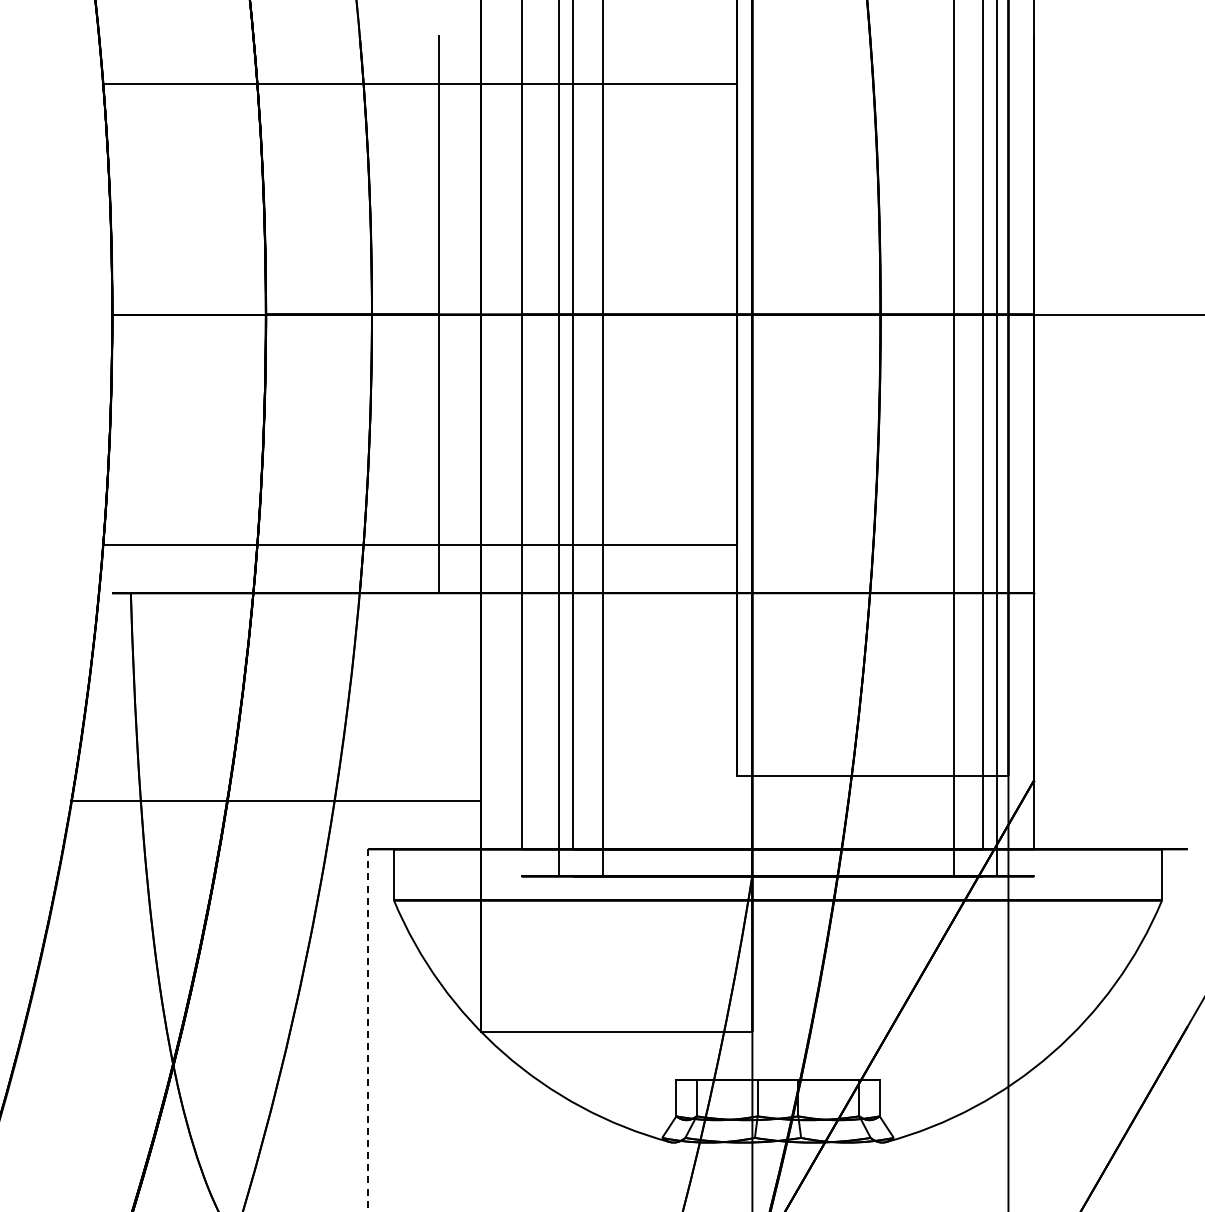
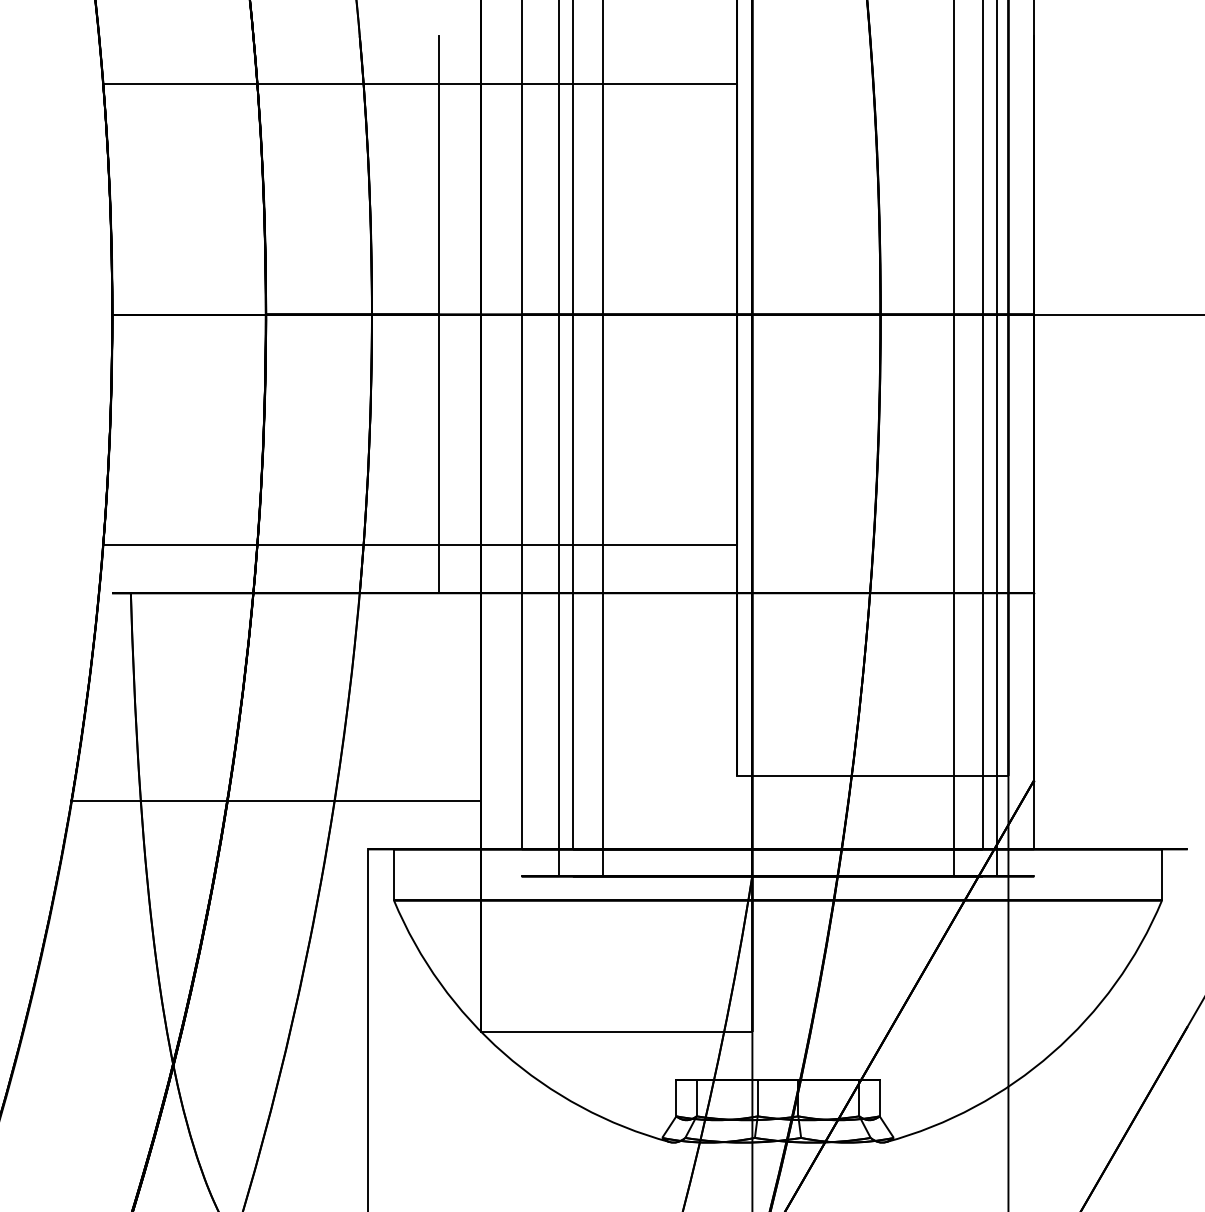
line at (368, 1030): dashed -> solid
